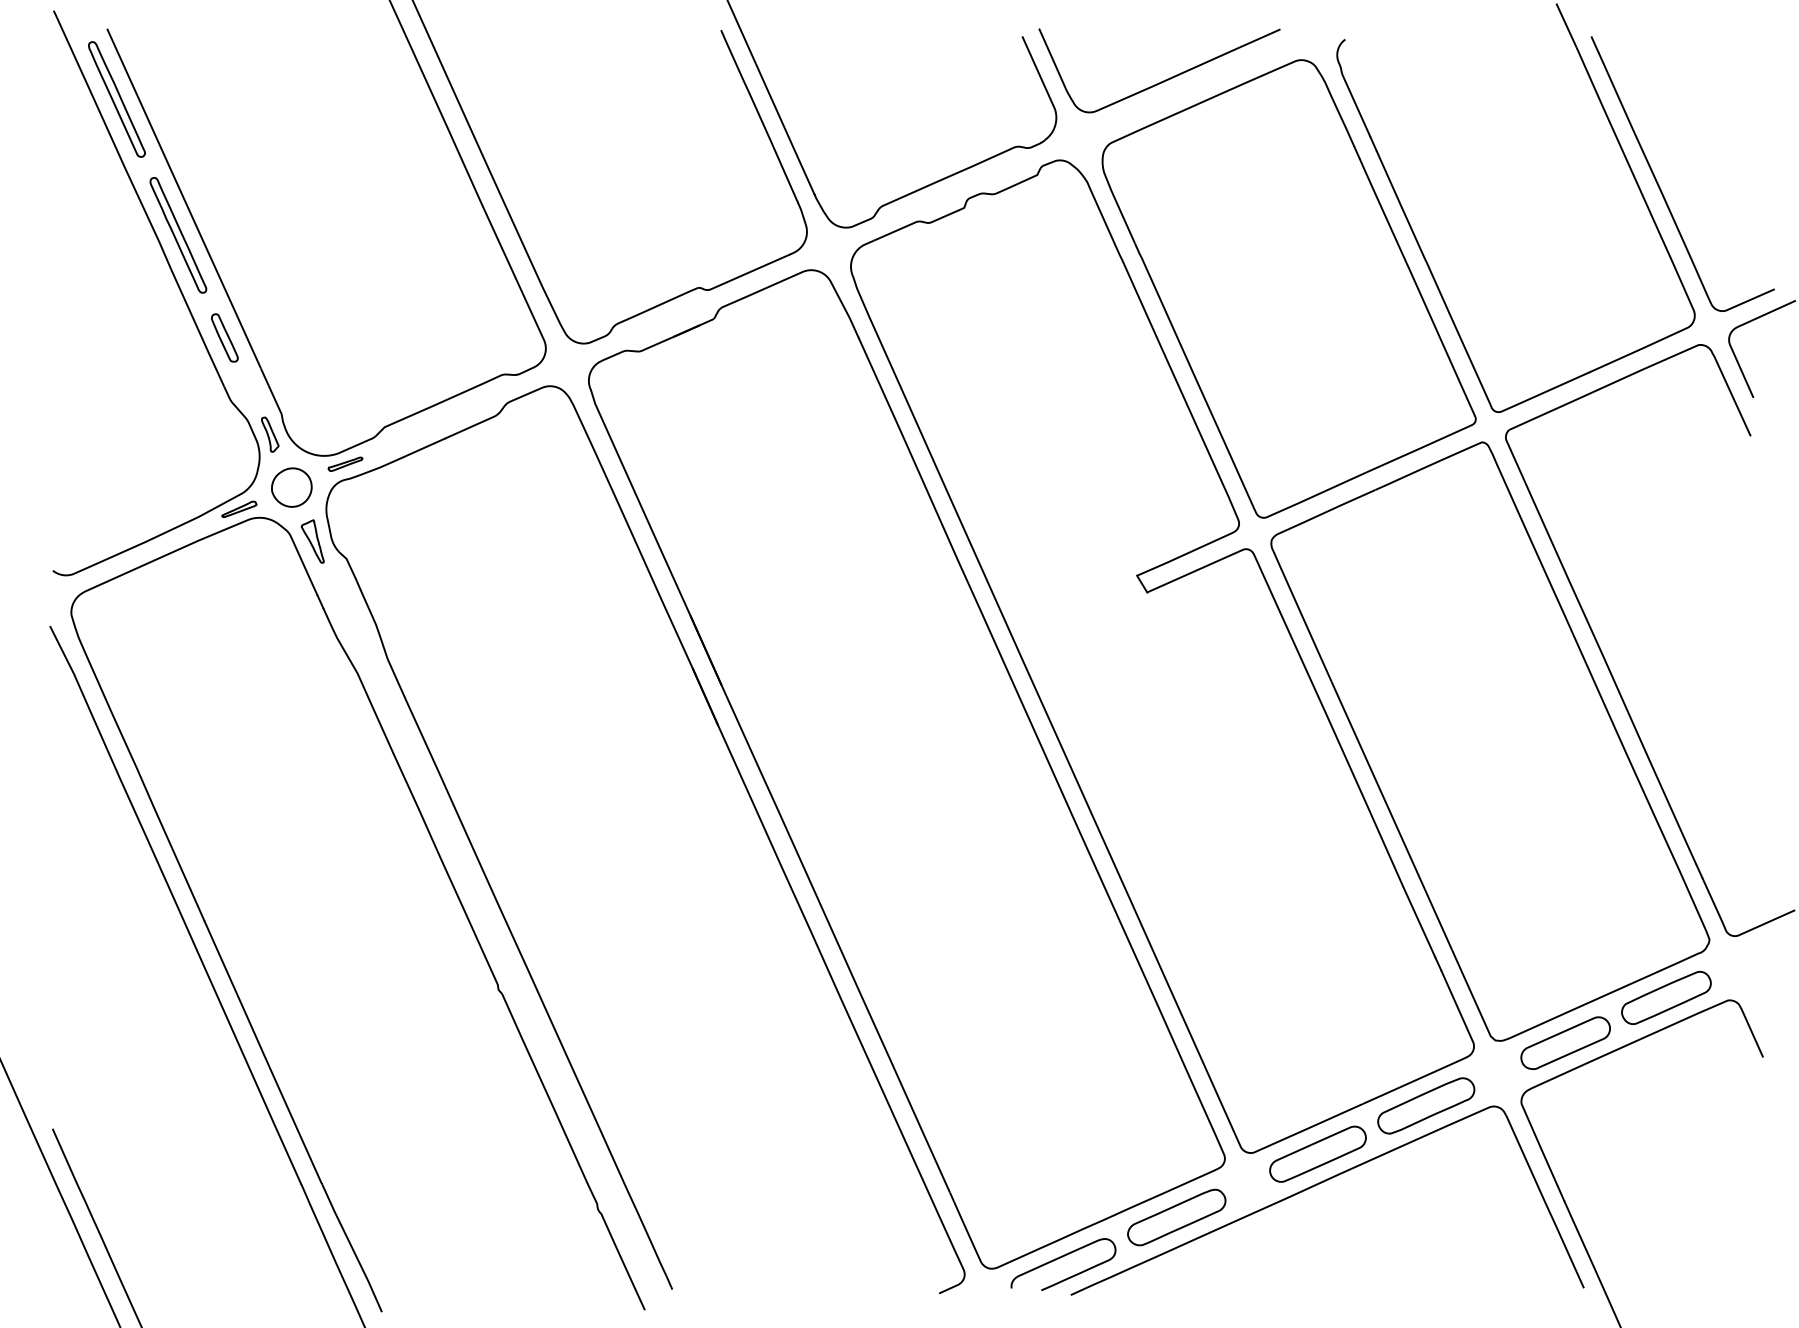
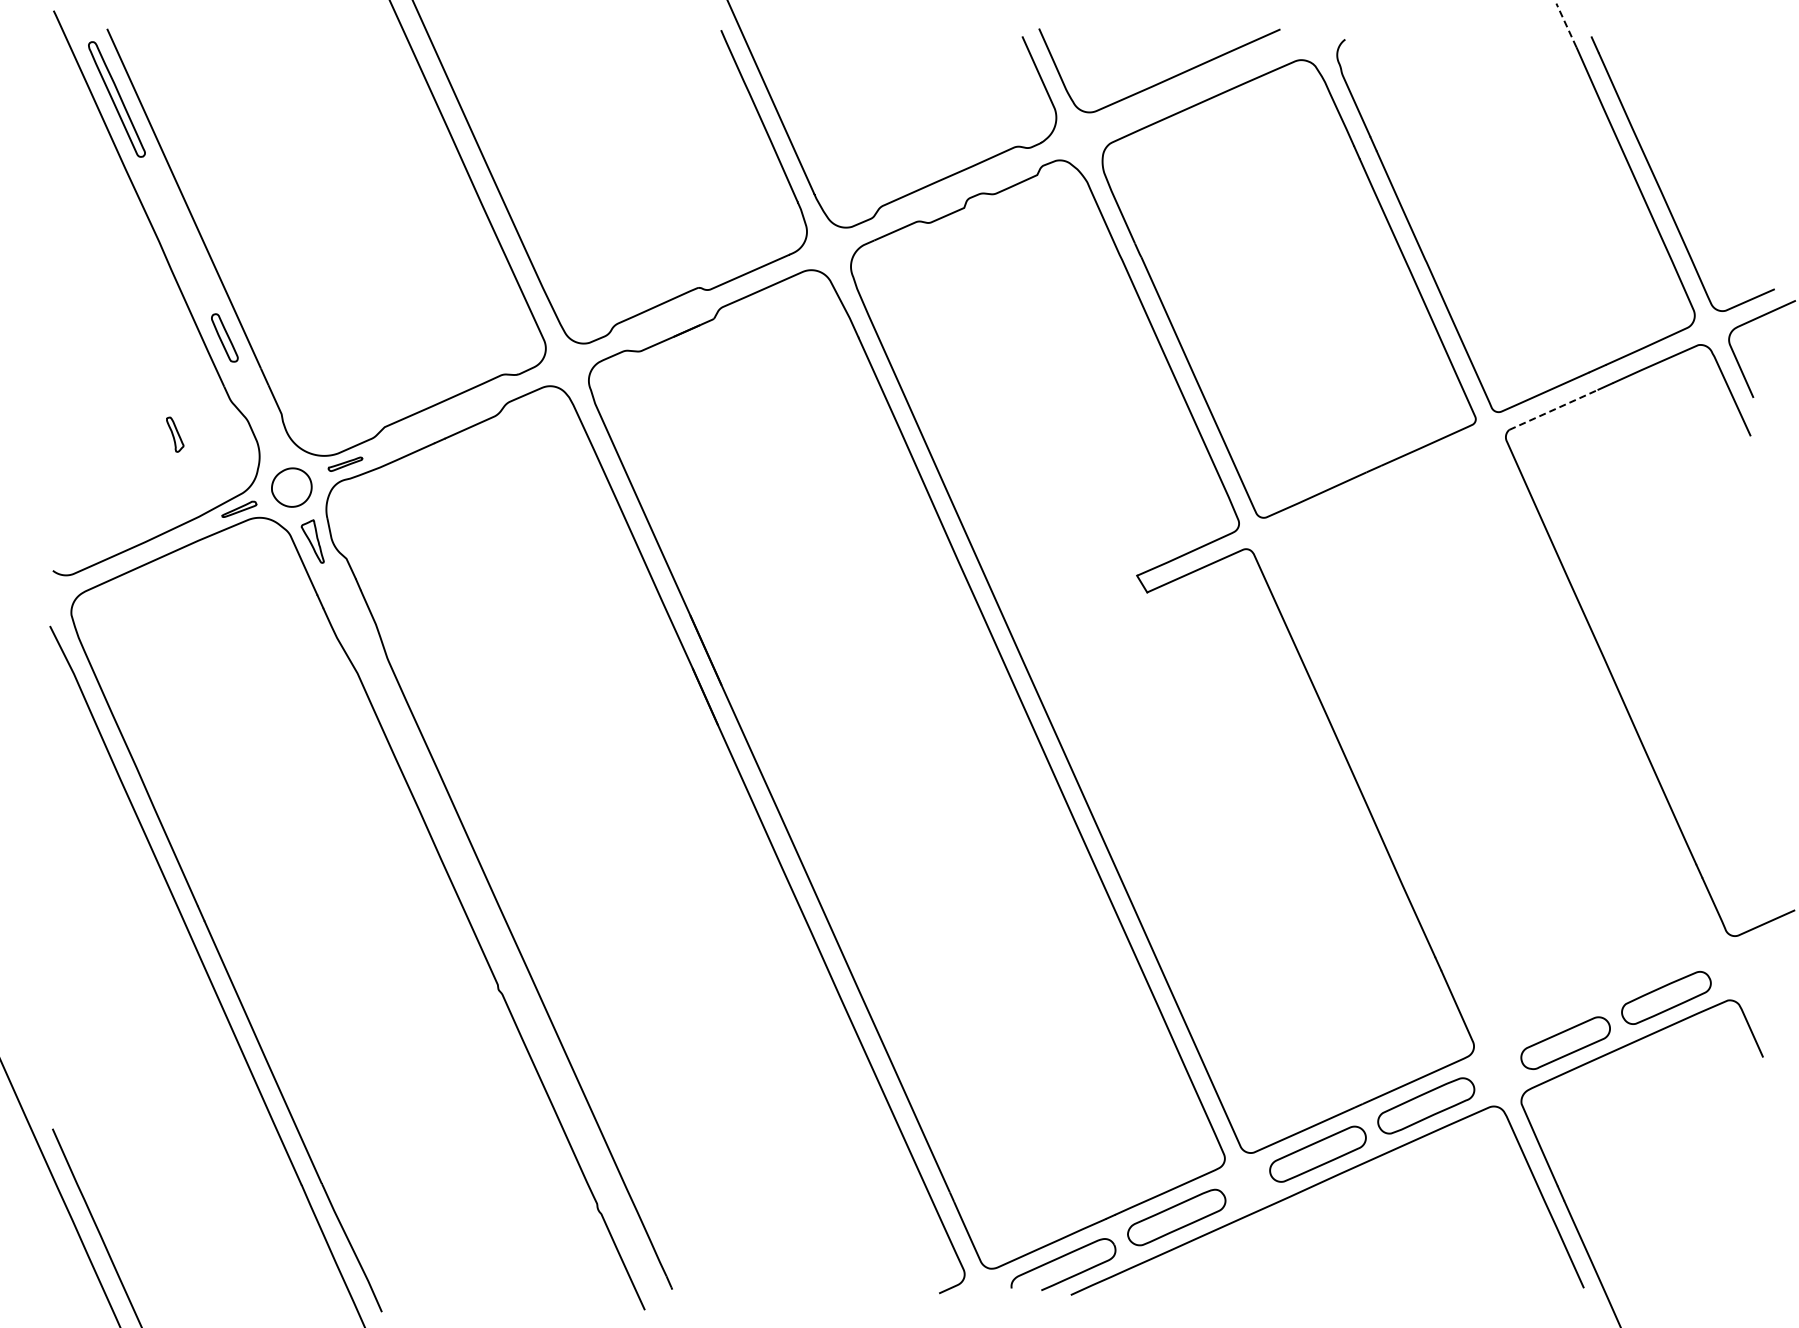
line at (1566, 25): solid -> dashed
part at (178, 235): present -> none
line at (1554, 409): solid -> dashed
part at (270, 434) position: (270, 434) -> (175, 434)
part at (1490, 741): present -> none
